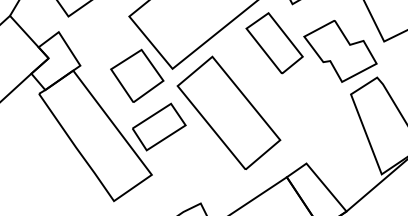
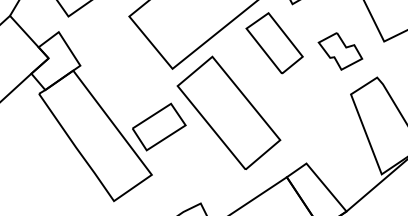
part at (340, 51) size: 75x63 px -> 47x39 px
part at (137, 75): present -> none
